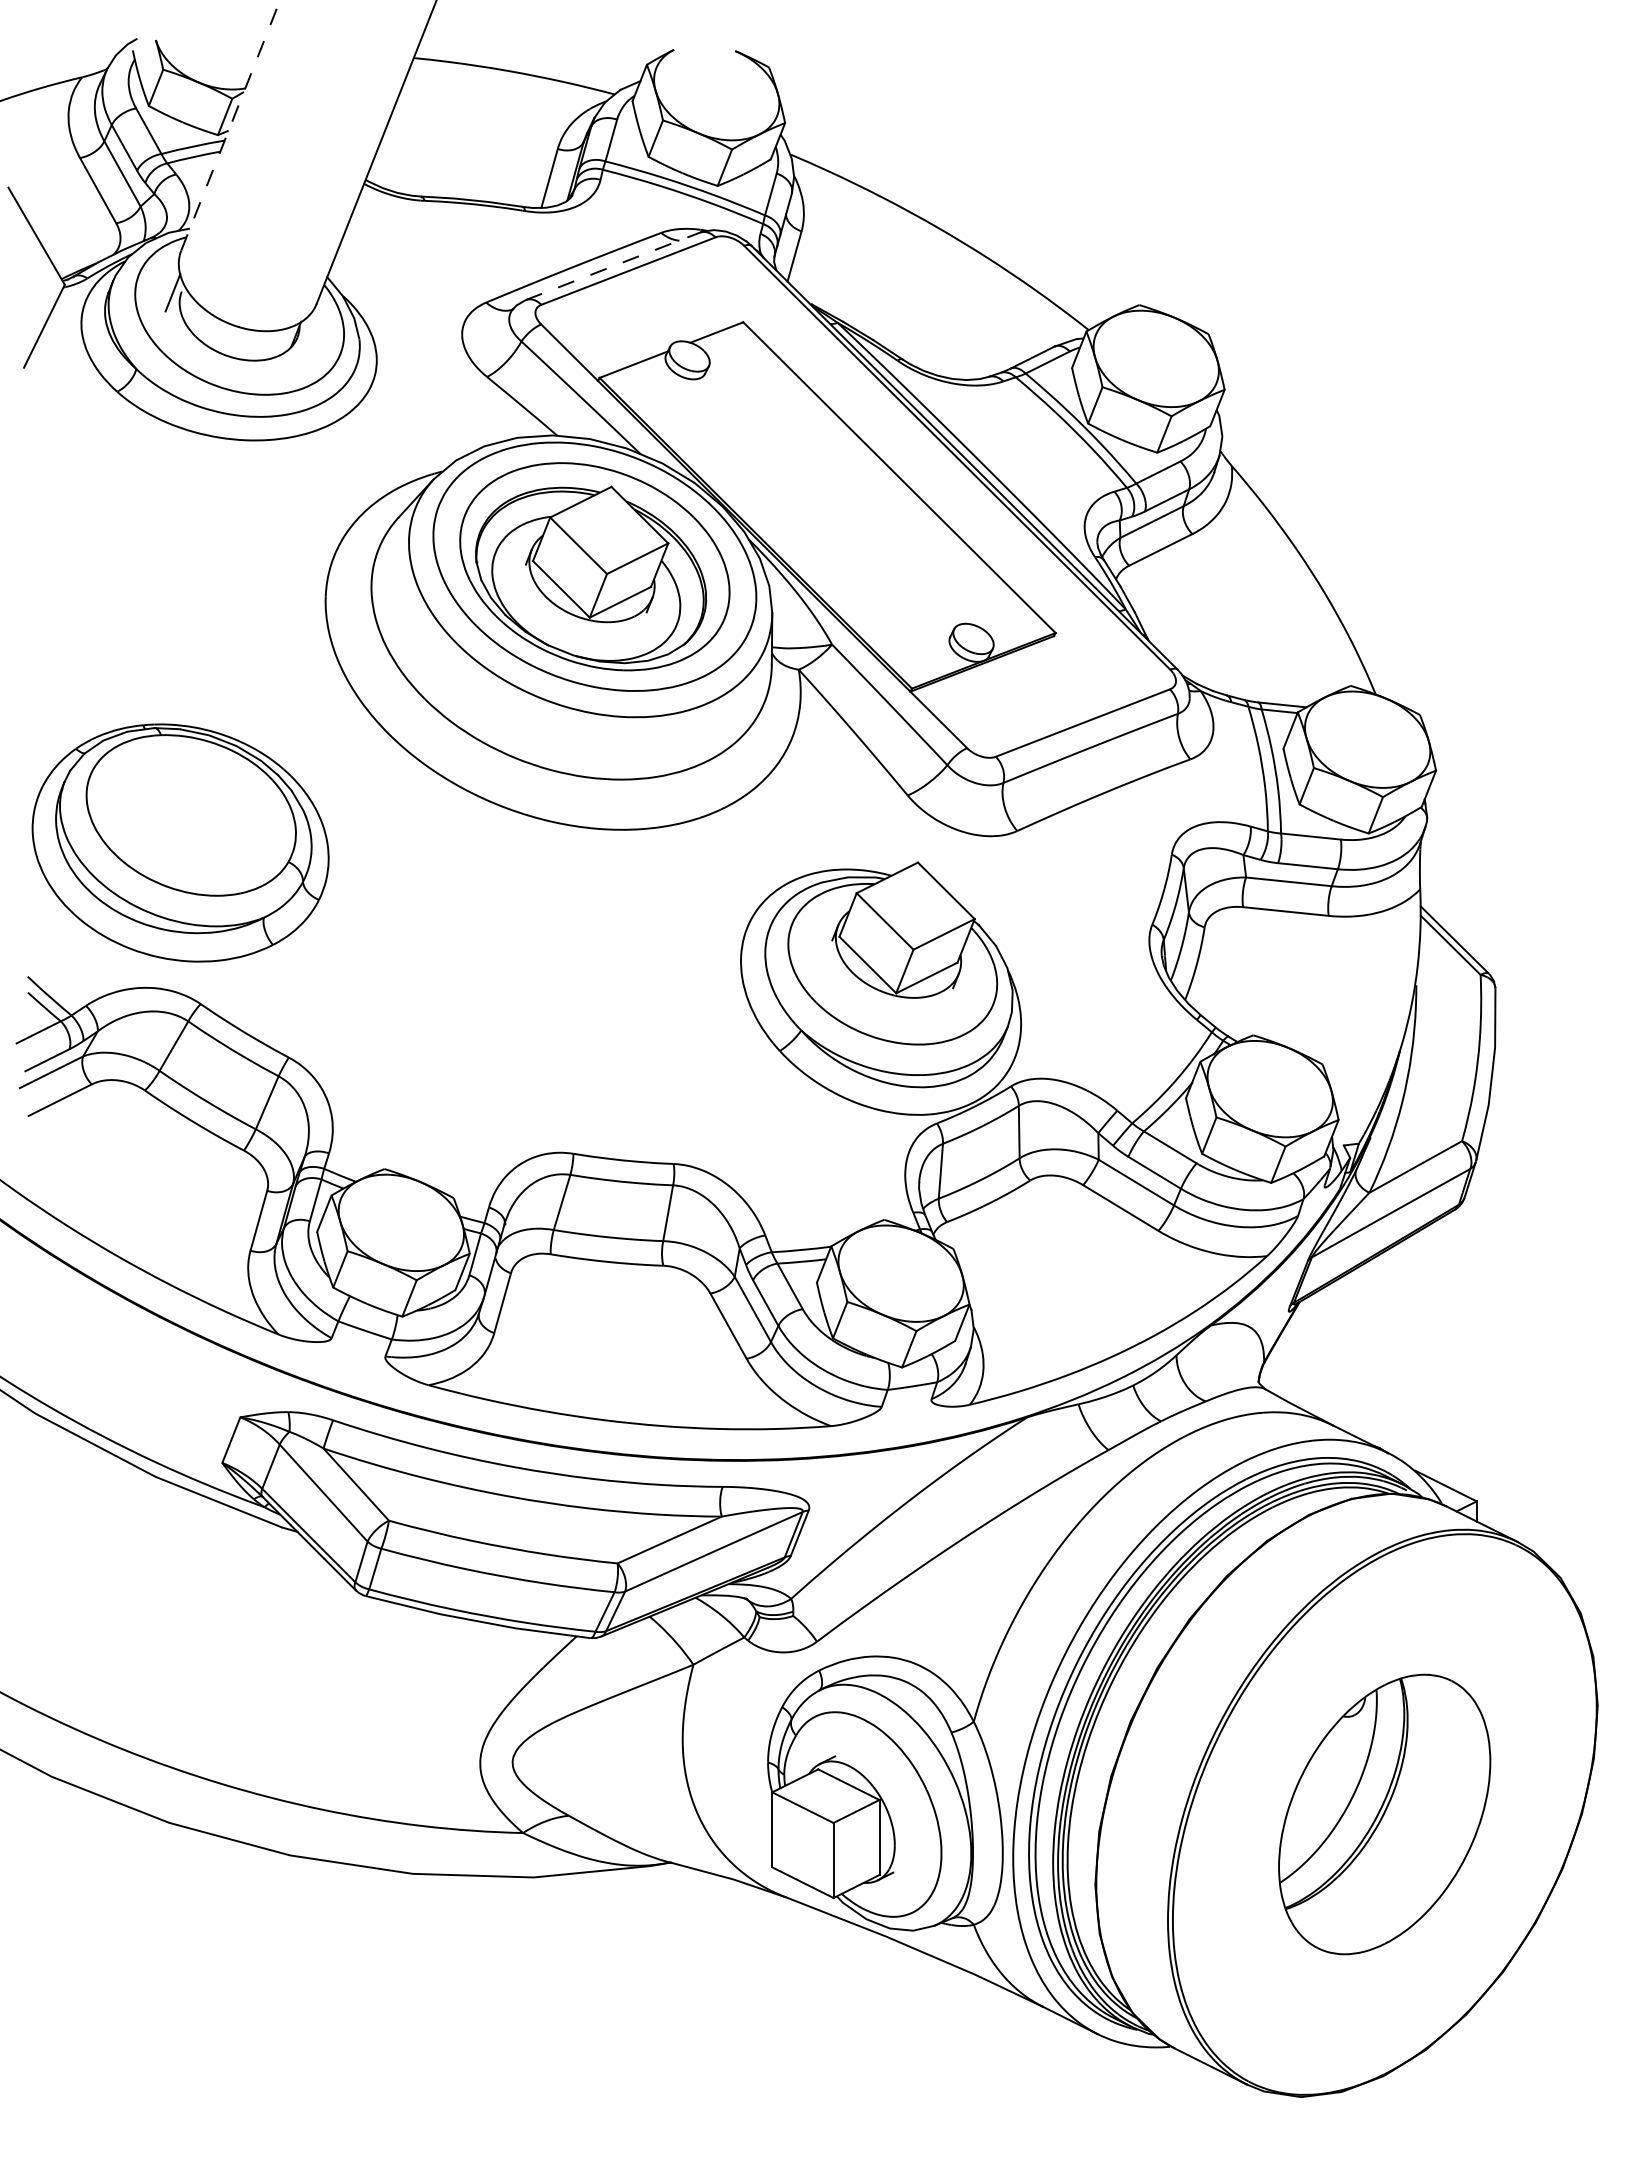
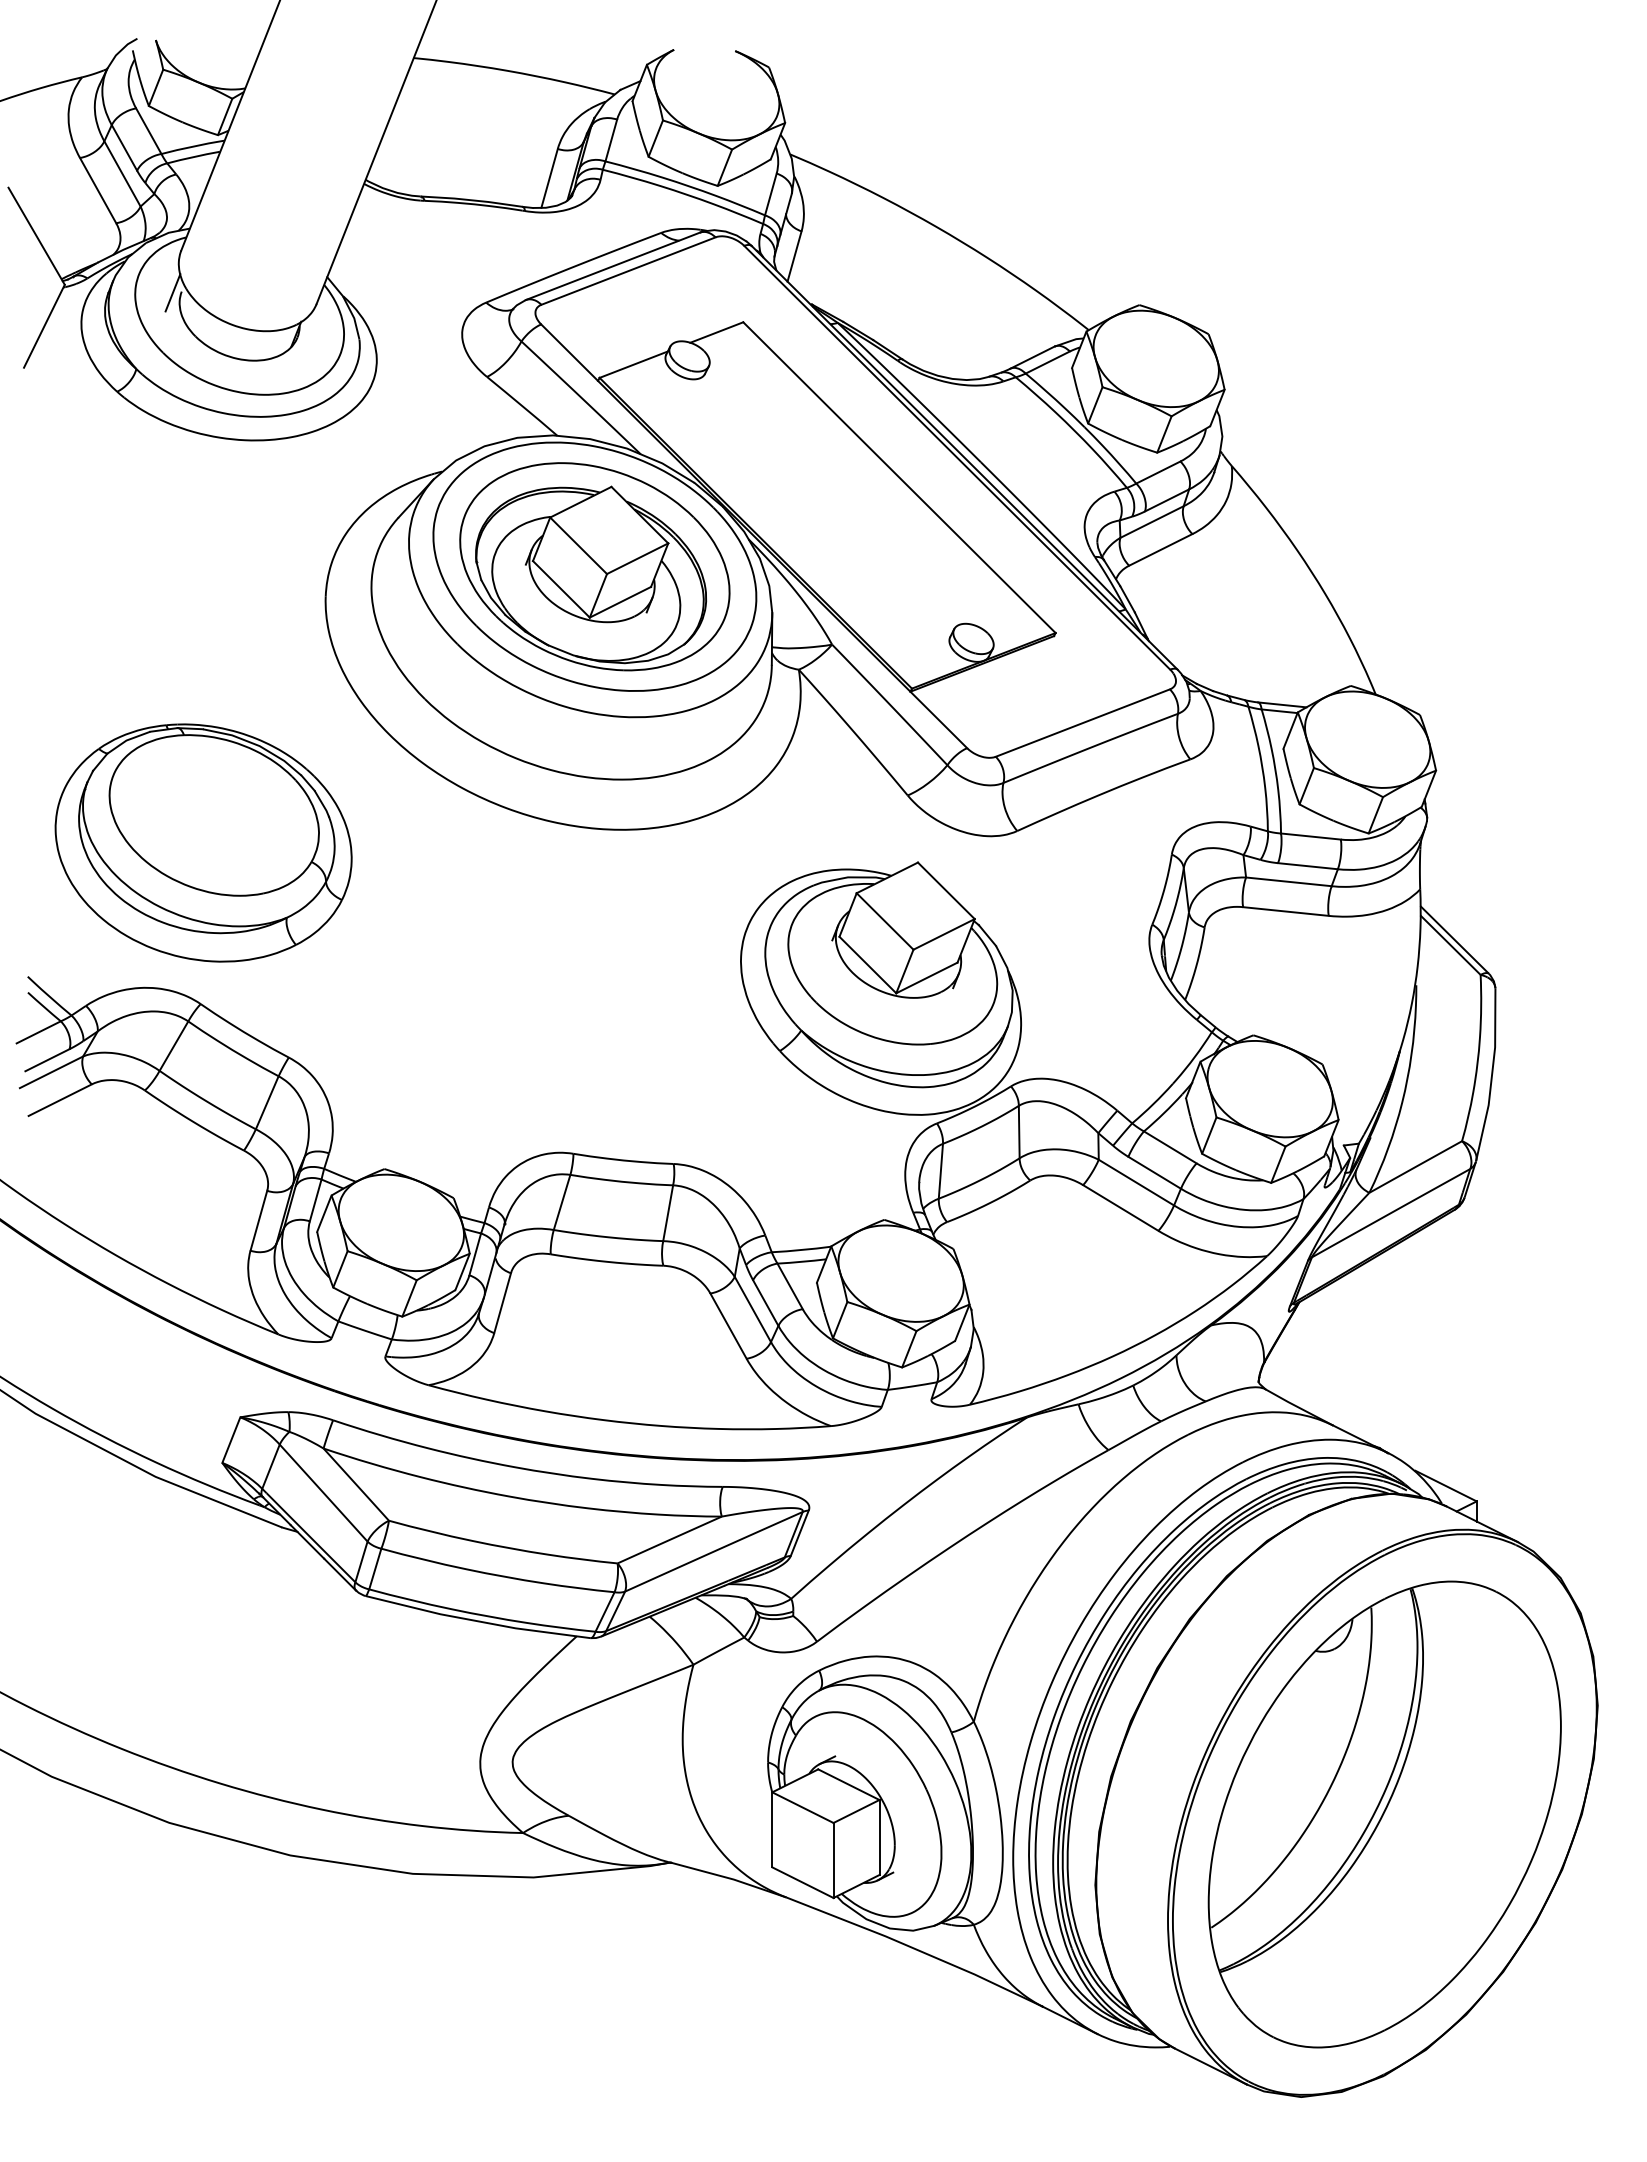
line at (230, 125): dashed -> solid
line at (613, 266): dashed -> solid
part at (180, 842) position: (180, 842) -> (203, 842)
part at (1384, 1814) size: 214x283 px -> 355x469 px
